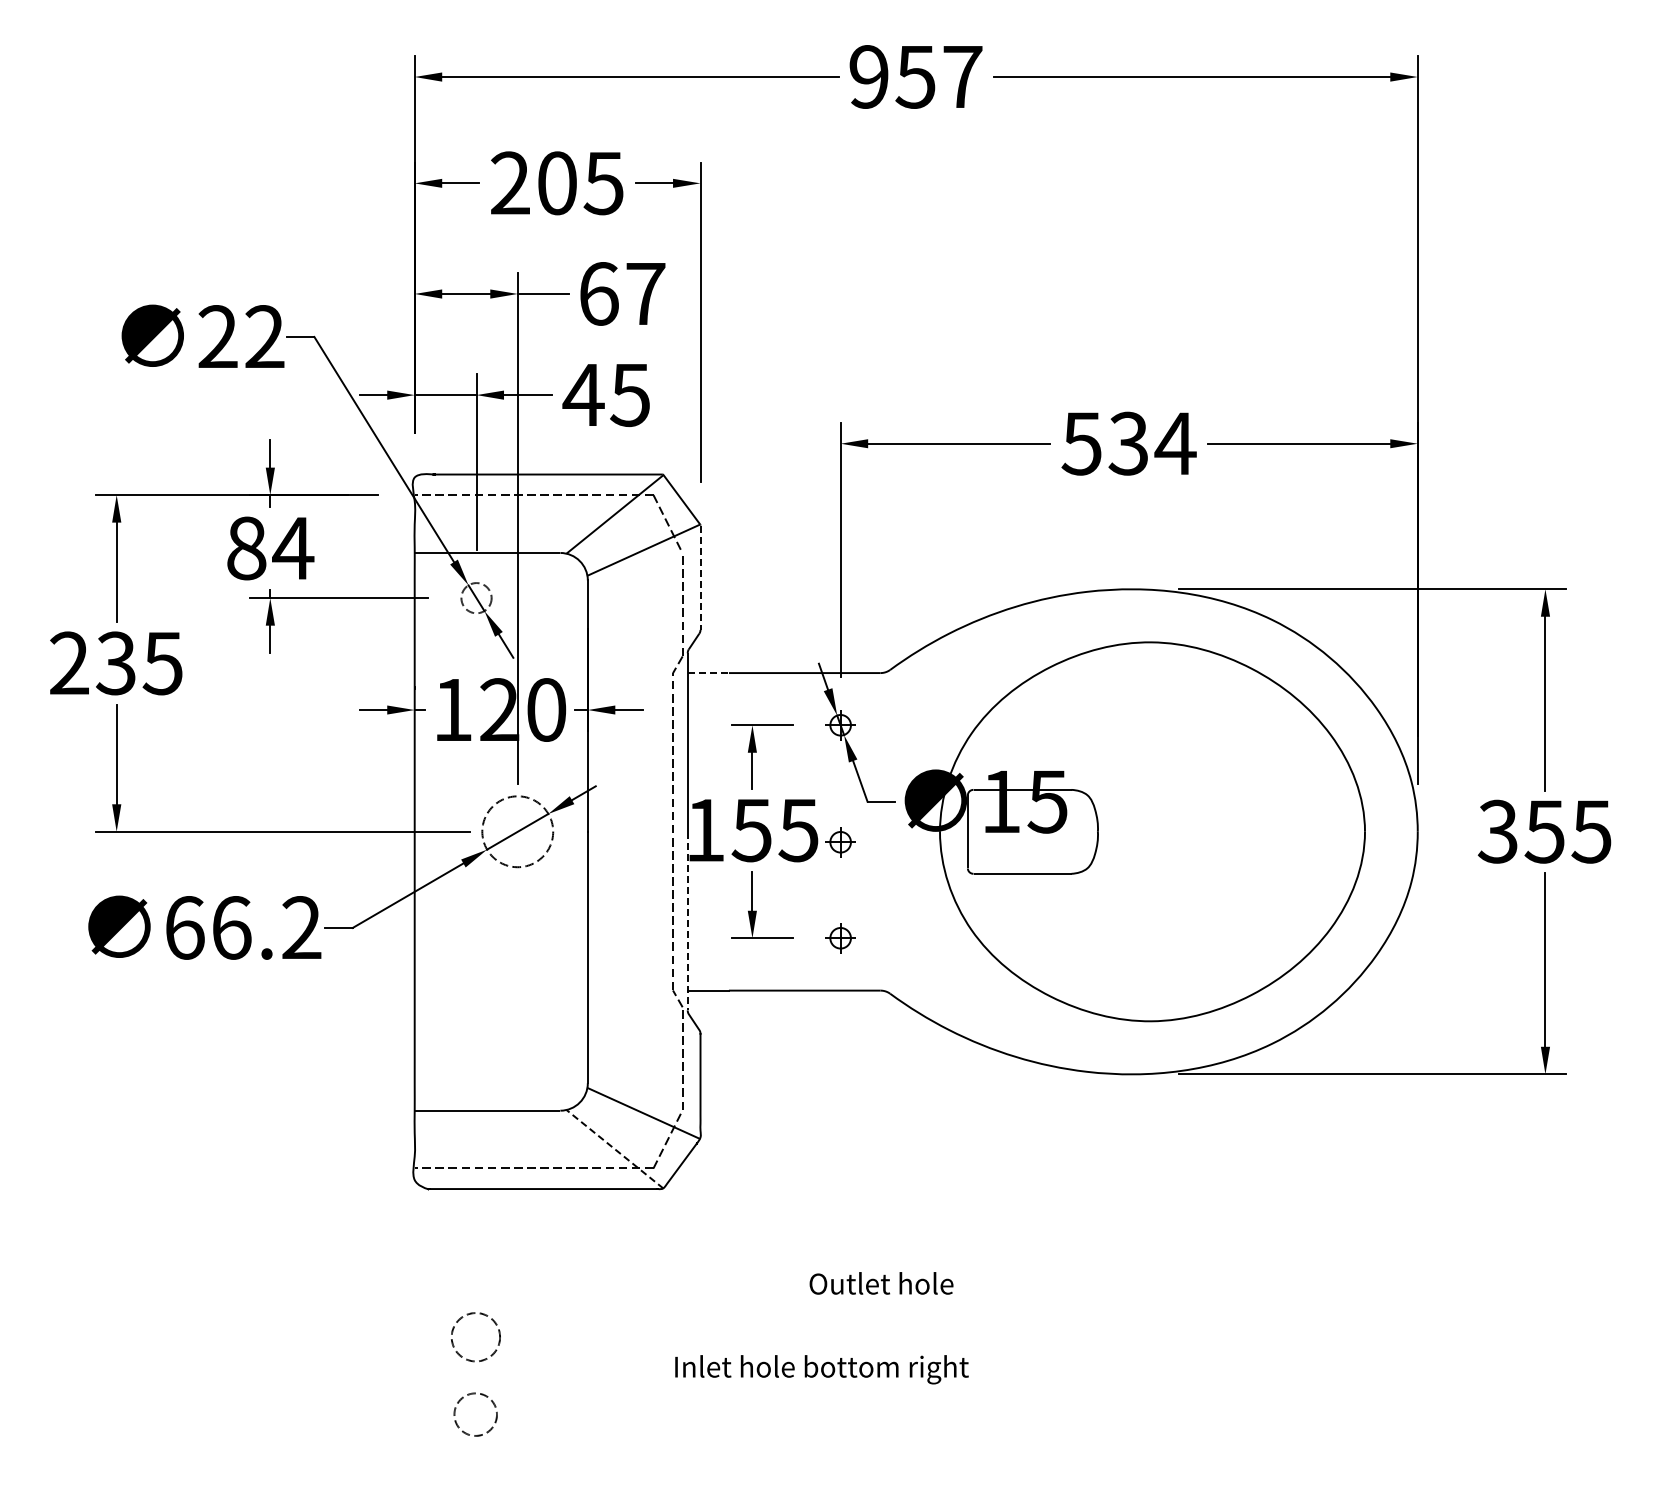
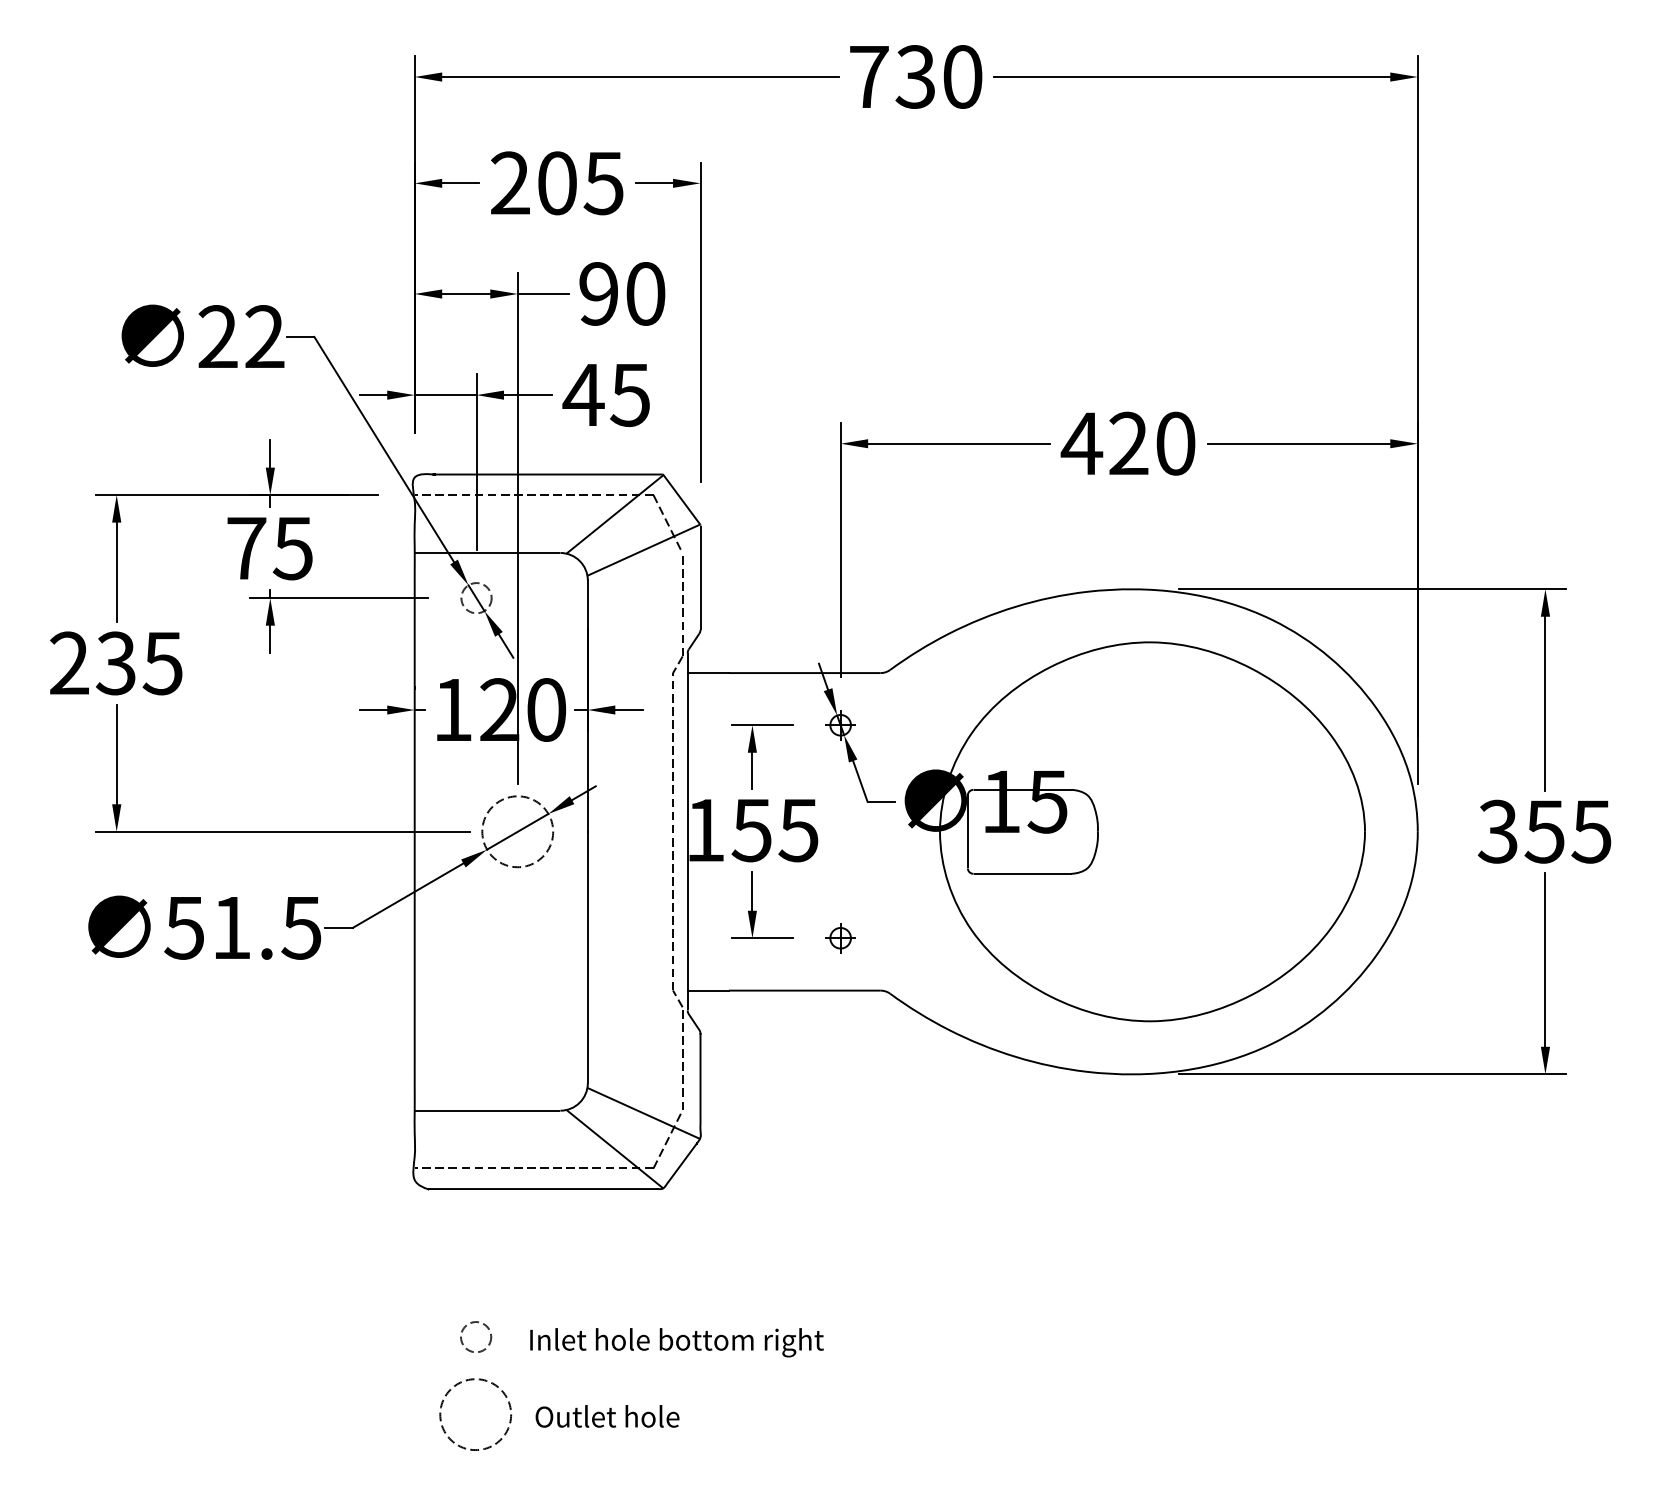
text at (915, 76): 957 -> 730
text at (622, 293): 67 -> 90
text at (1128, 443): 534 -> 420
text at (270, 548): 84 -> 75
line at (700, 578): dashed -> solid
line at (708, 673): dashed -> solid
part at (840, 842): present -> none
line at (687, 921): dashed -> solid
text at (242, 927): 66.2 -> 51.5
line at (614, 1149): dashed -> solid
text at (881, 1283) position: (881, 1283) -> (607, 1416)
circle at (475, 1337) size: 50x51 px -> 33x32 px
text at (821, 1369) position: (821, 1369) -> (676, 1342)
circle at (475, 1414) diameter: 43 px -> 71 px
